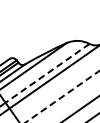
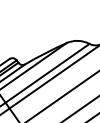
line at (47, 73): dashed -> solid
line at (62, 96): dashed -> solid
